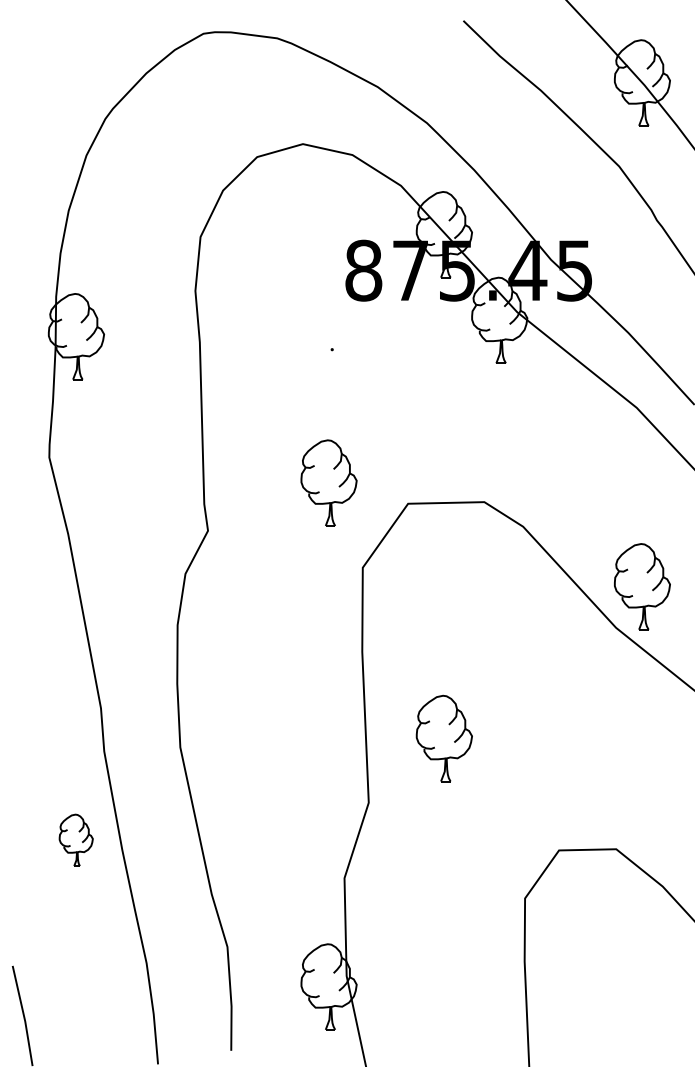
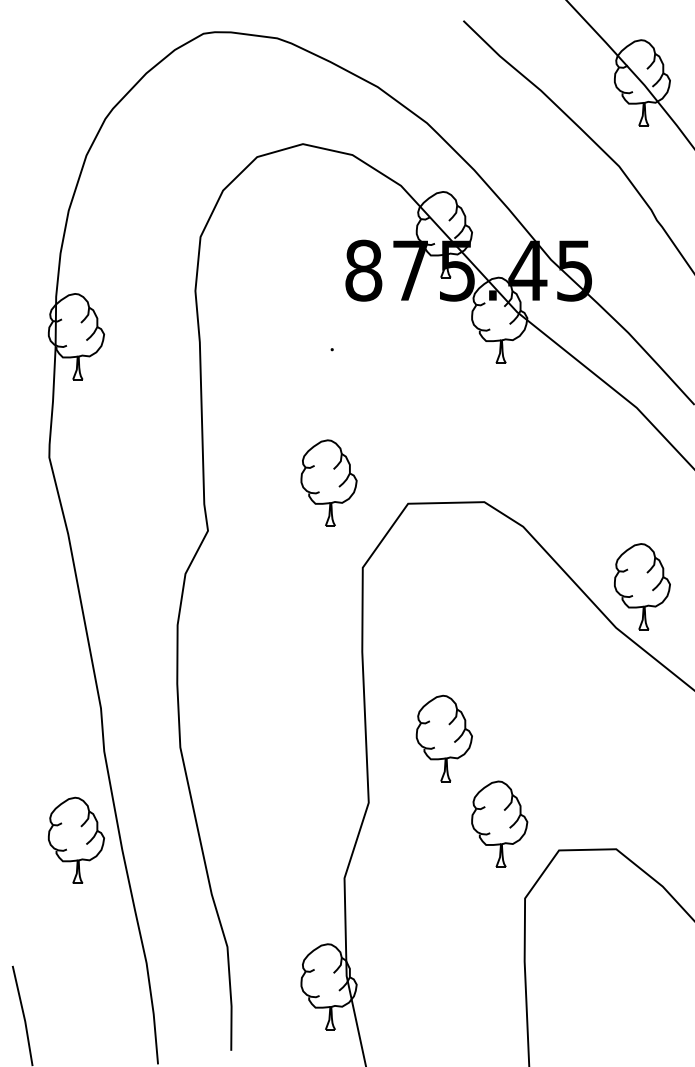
part at (499, 823): none -> present
part at (75, 839) size: 36x54 px -> 58x88 px
